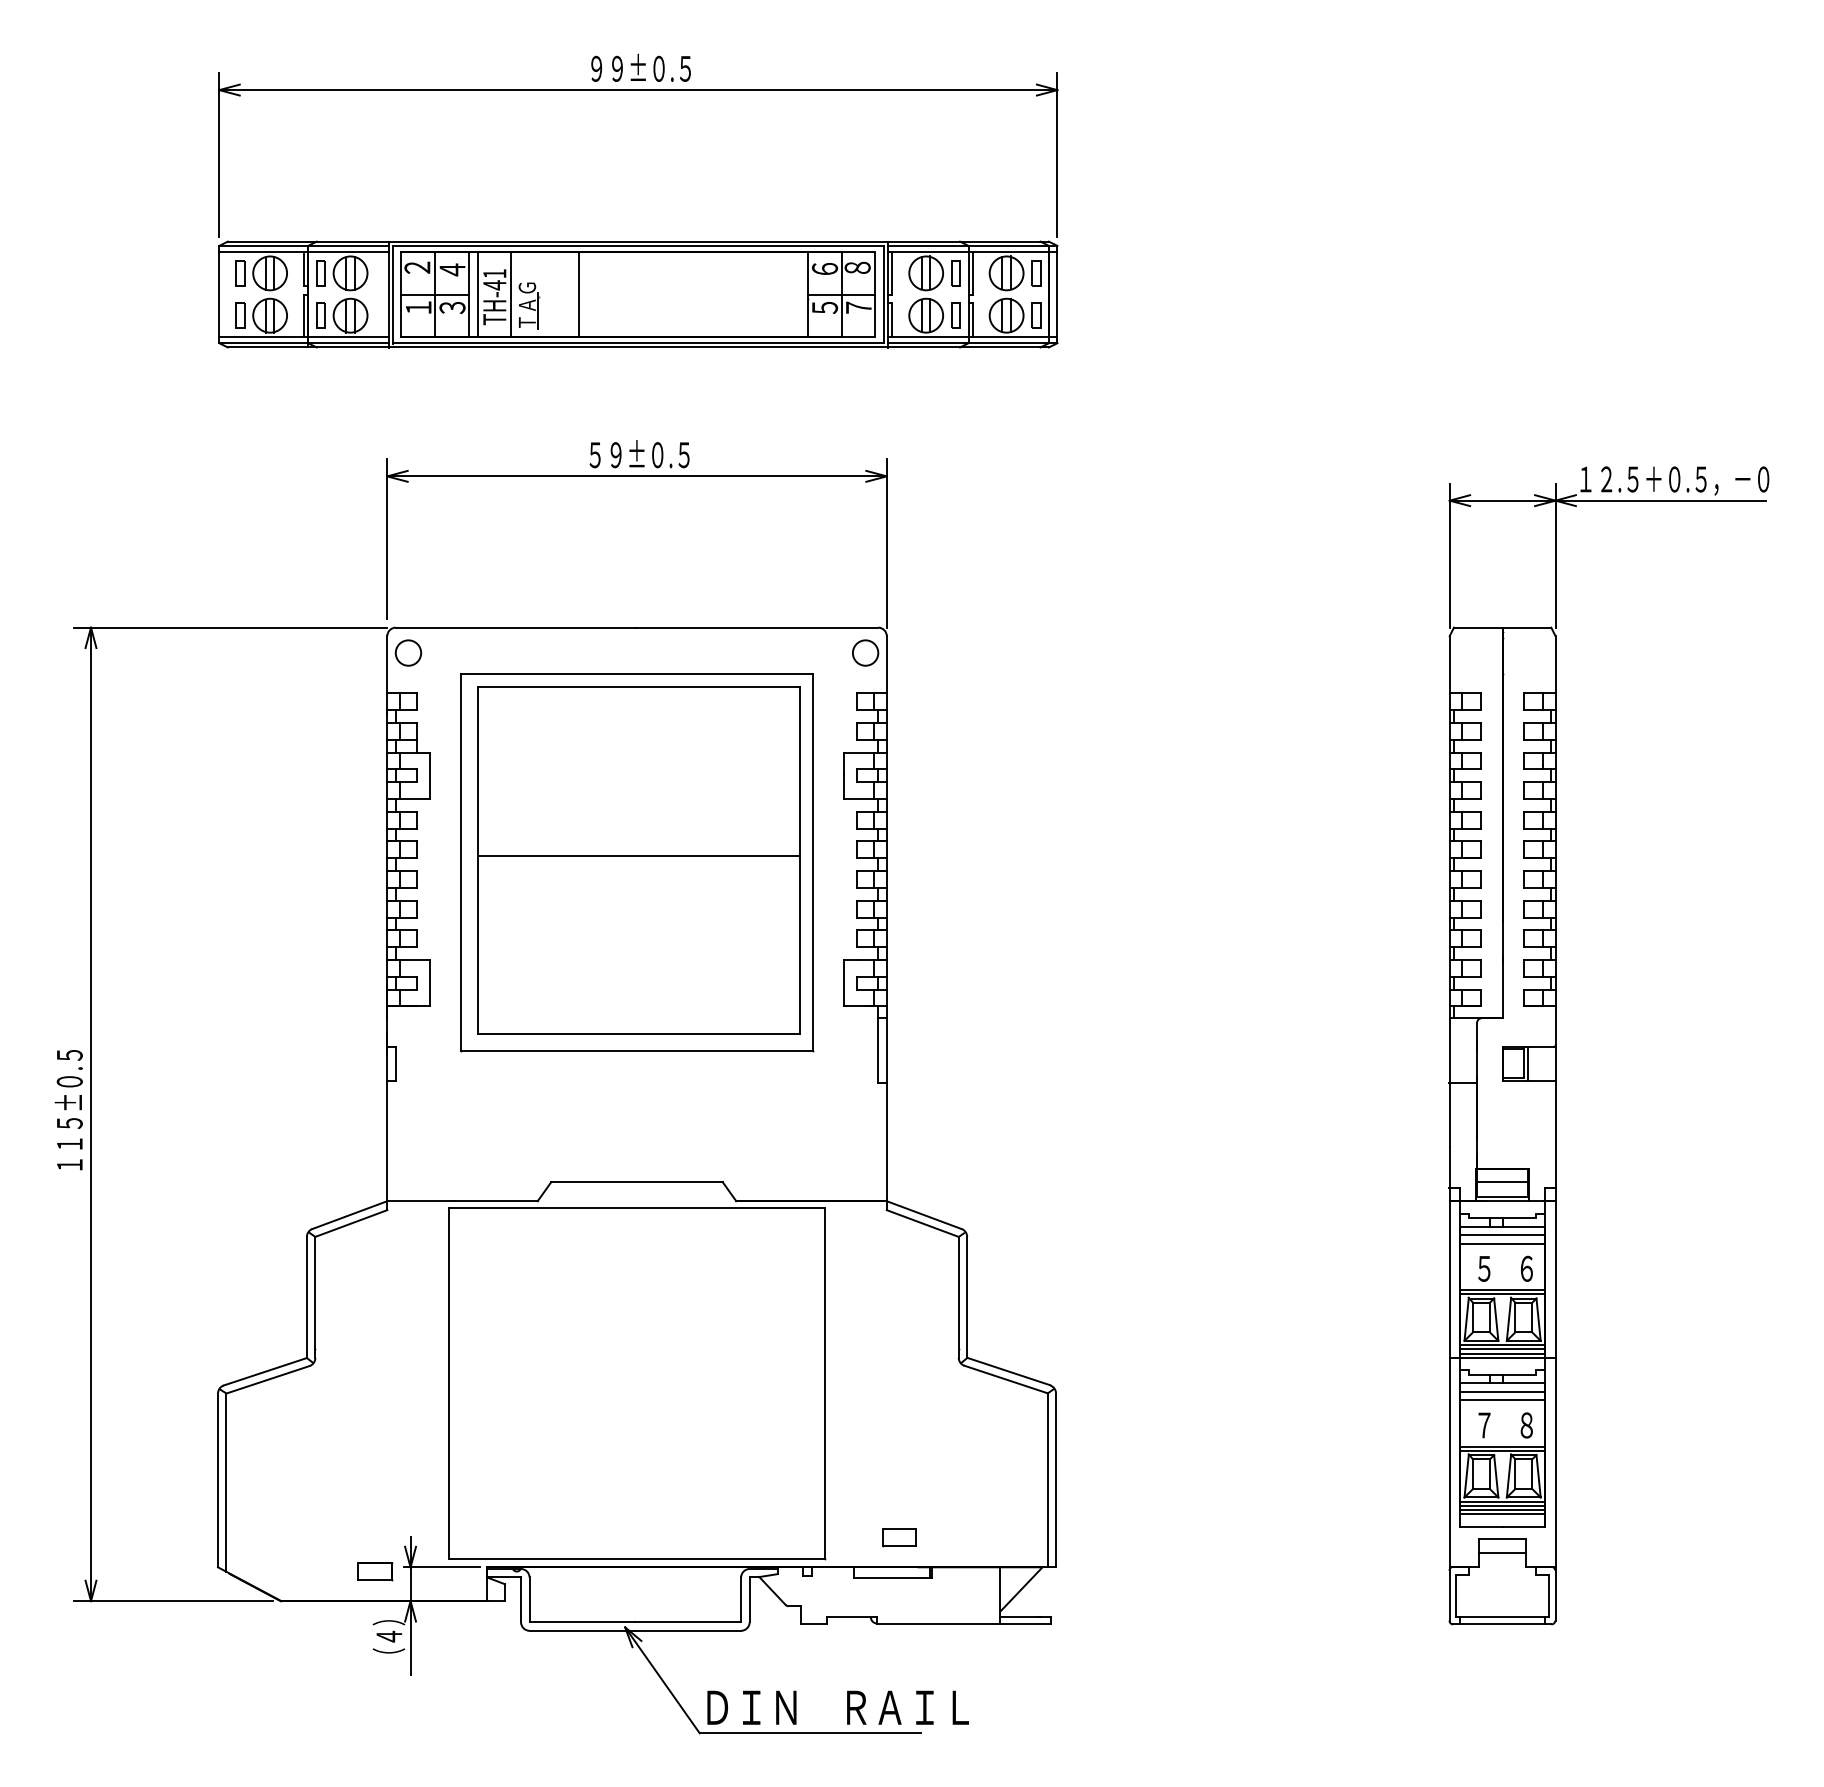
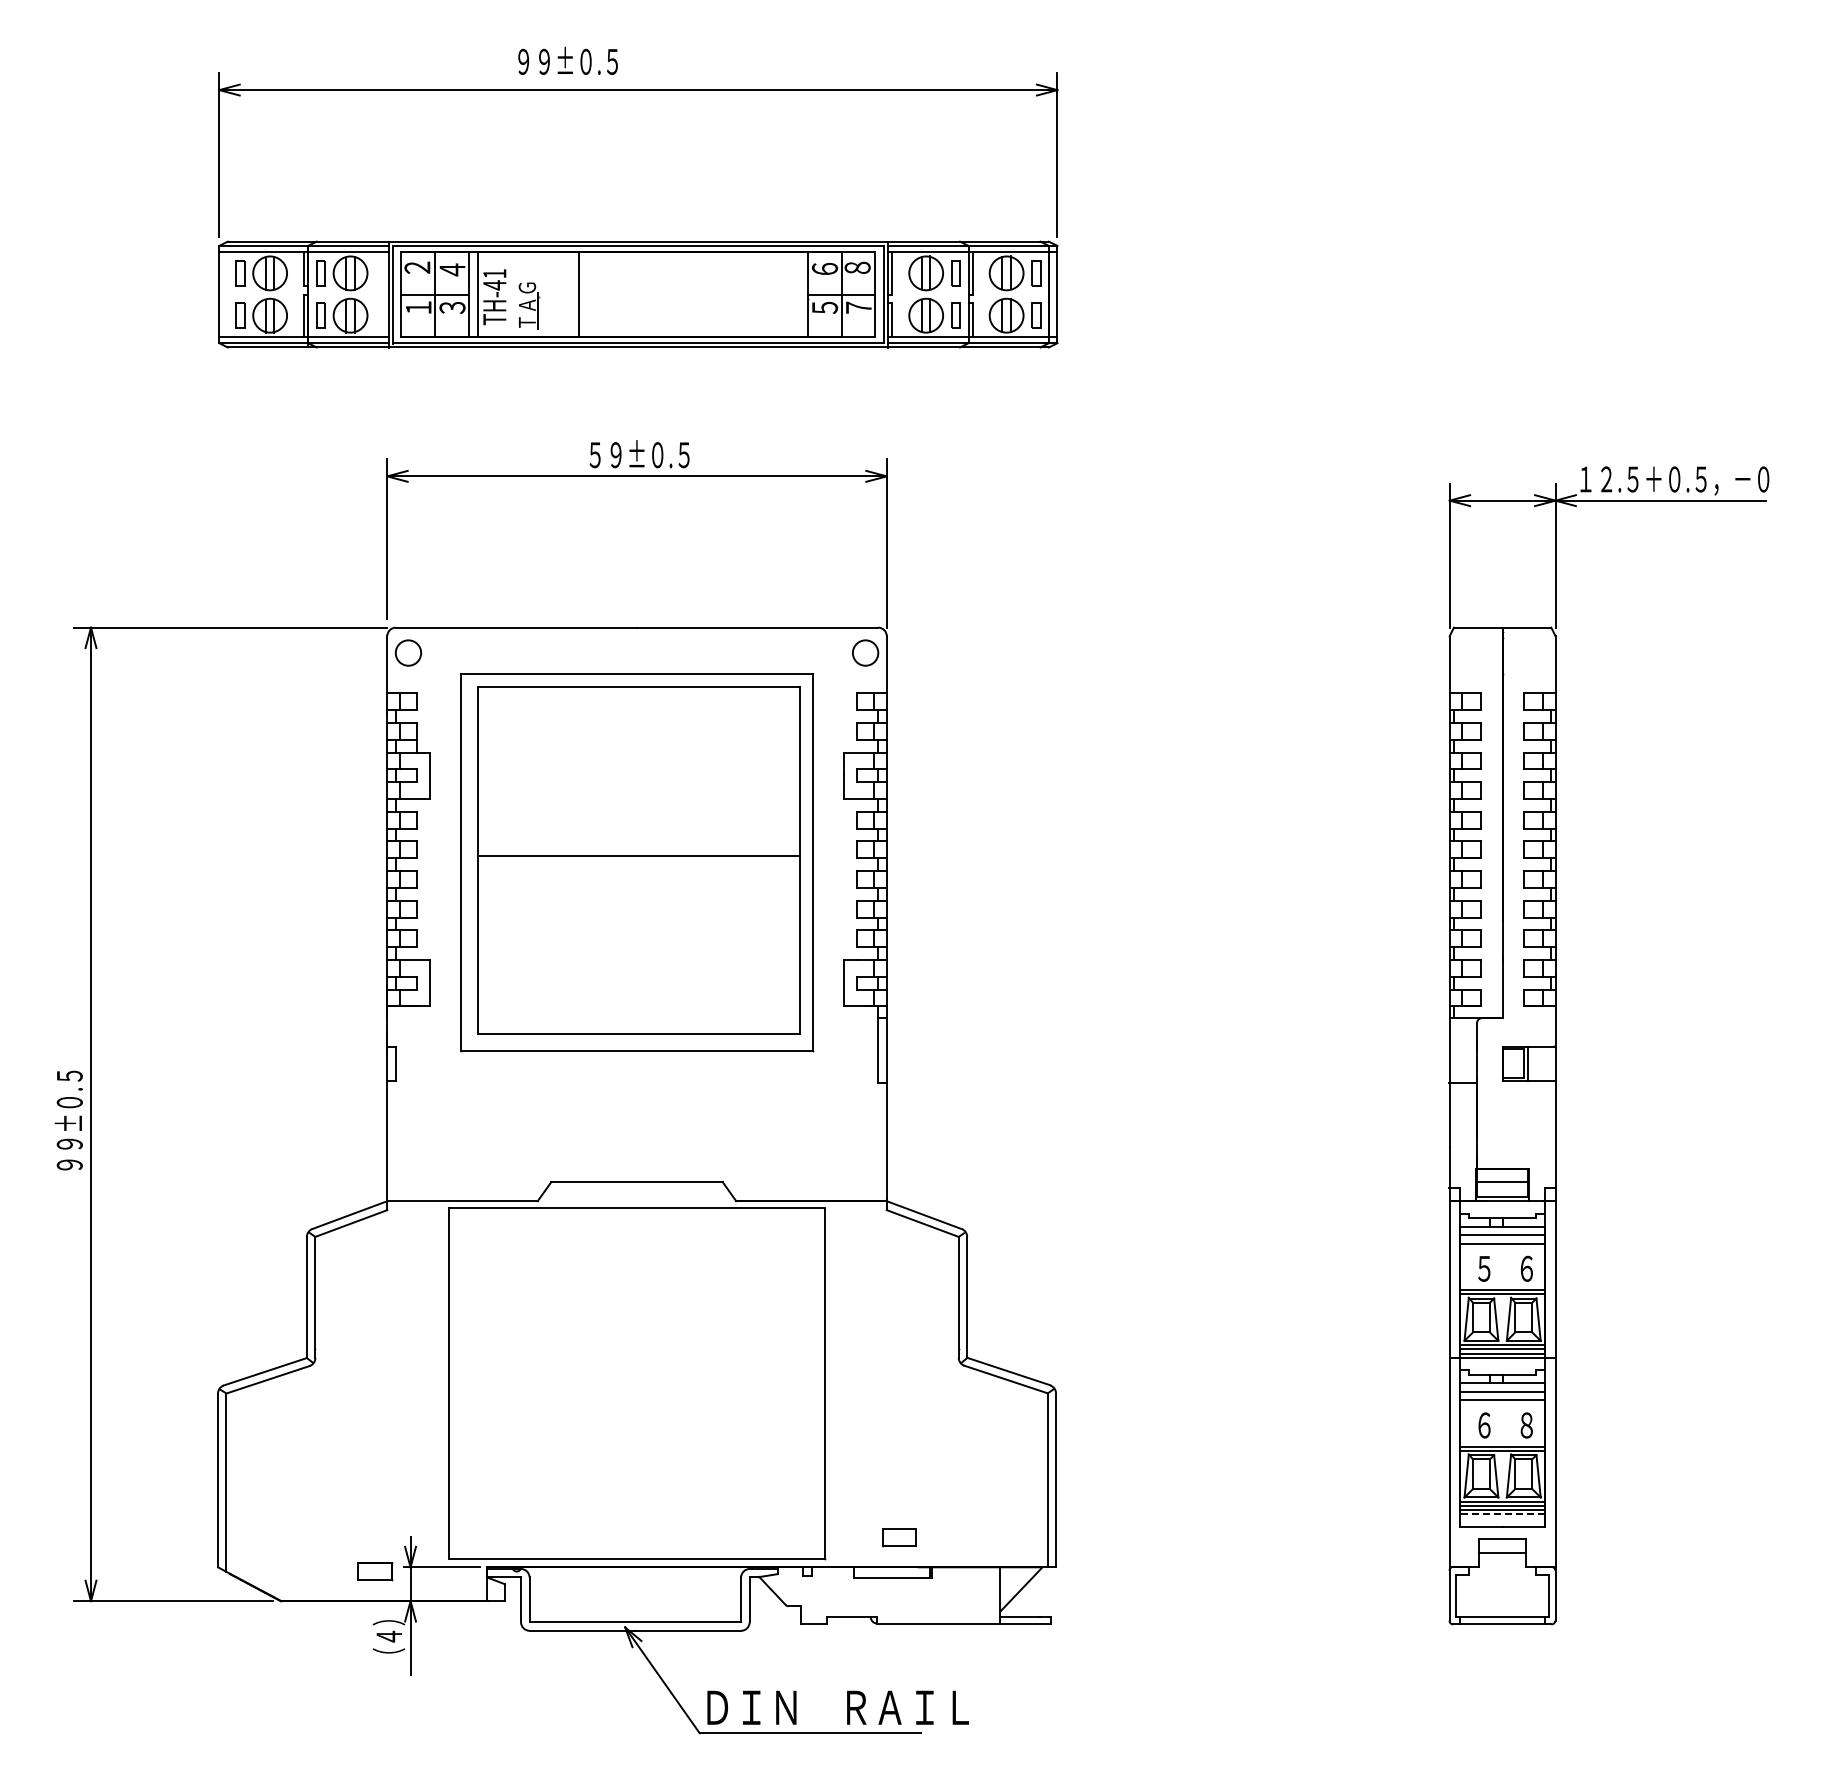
text at (640, 67) position: (640, 67) -> (567, 60)
line at (511, 294): present -> none
text at (68, 1110): １１５±０.５ -> ９９±０.５
text at (1484, 1425): ７ -> ６
line at (1503, 1514): solid -> dashed
